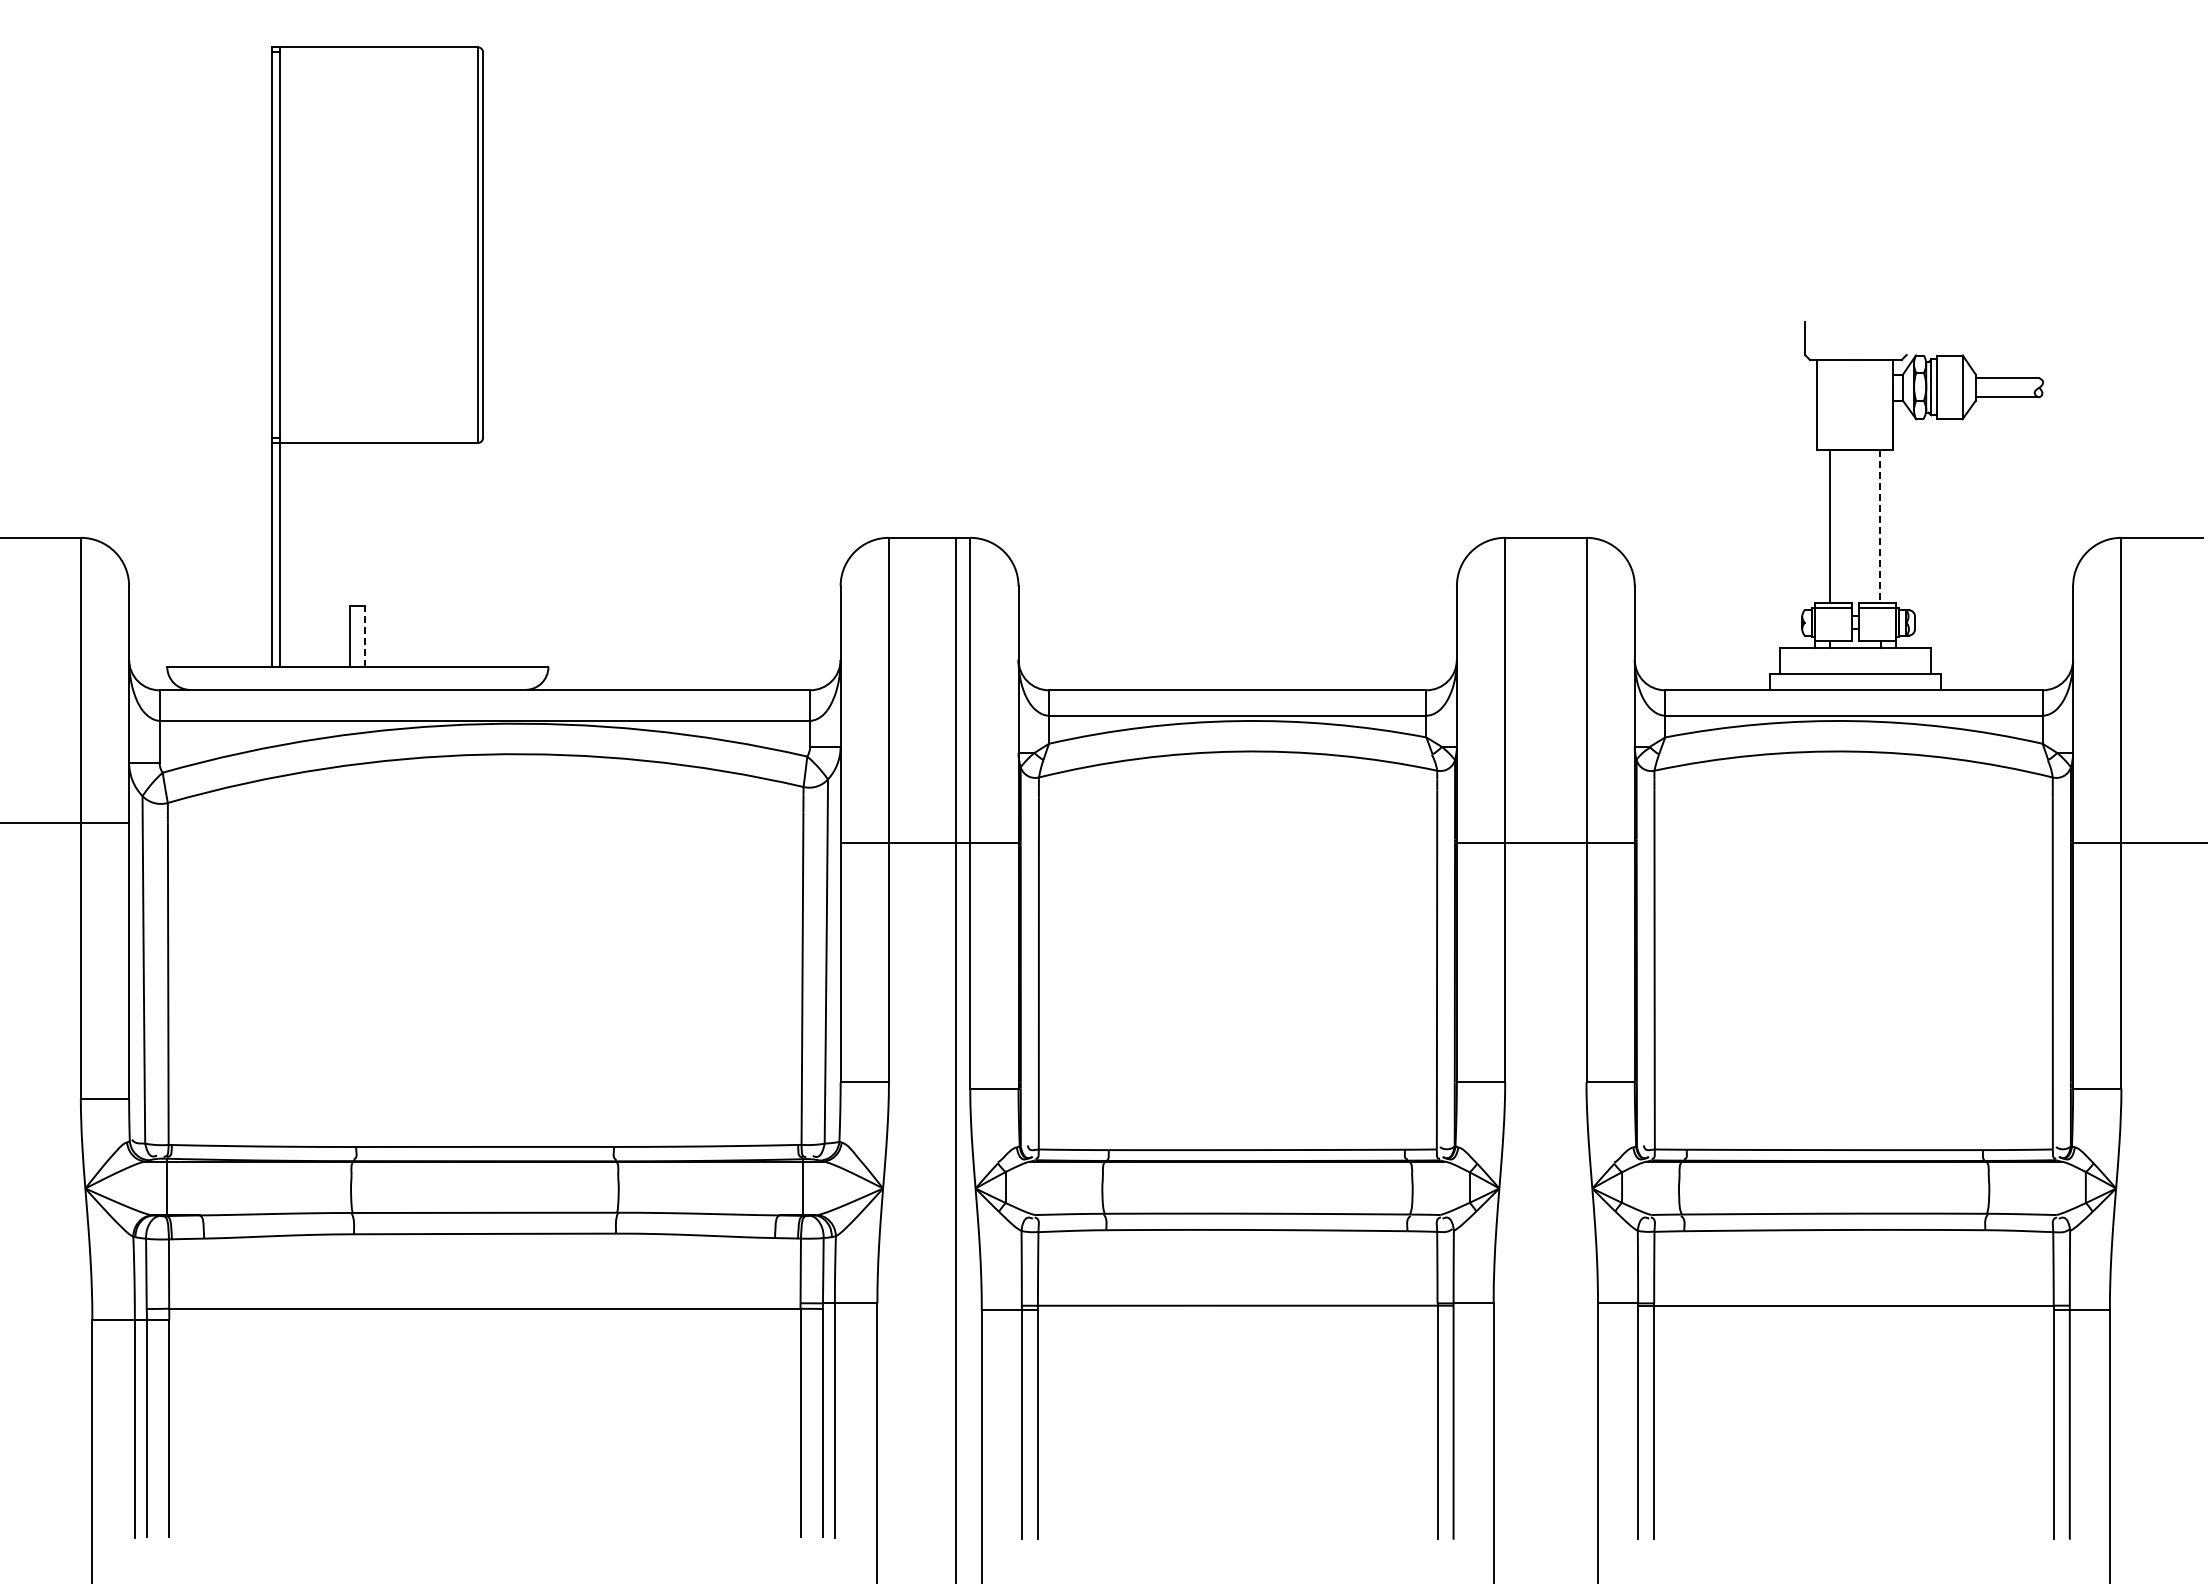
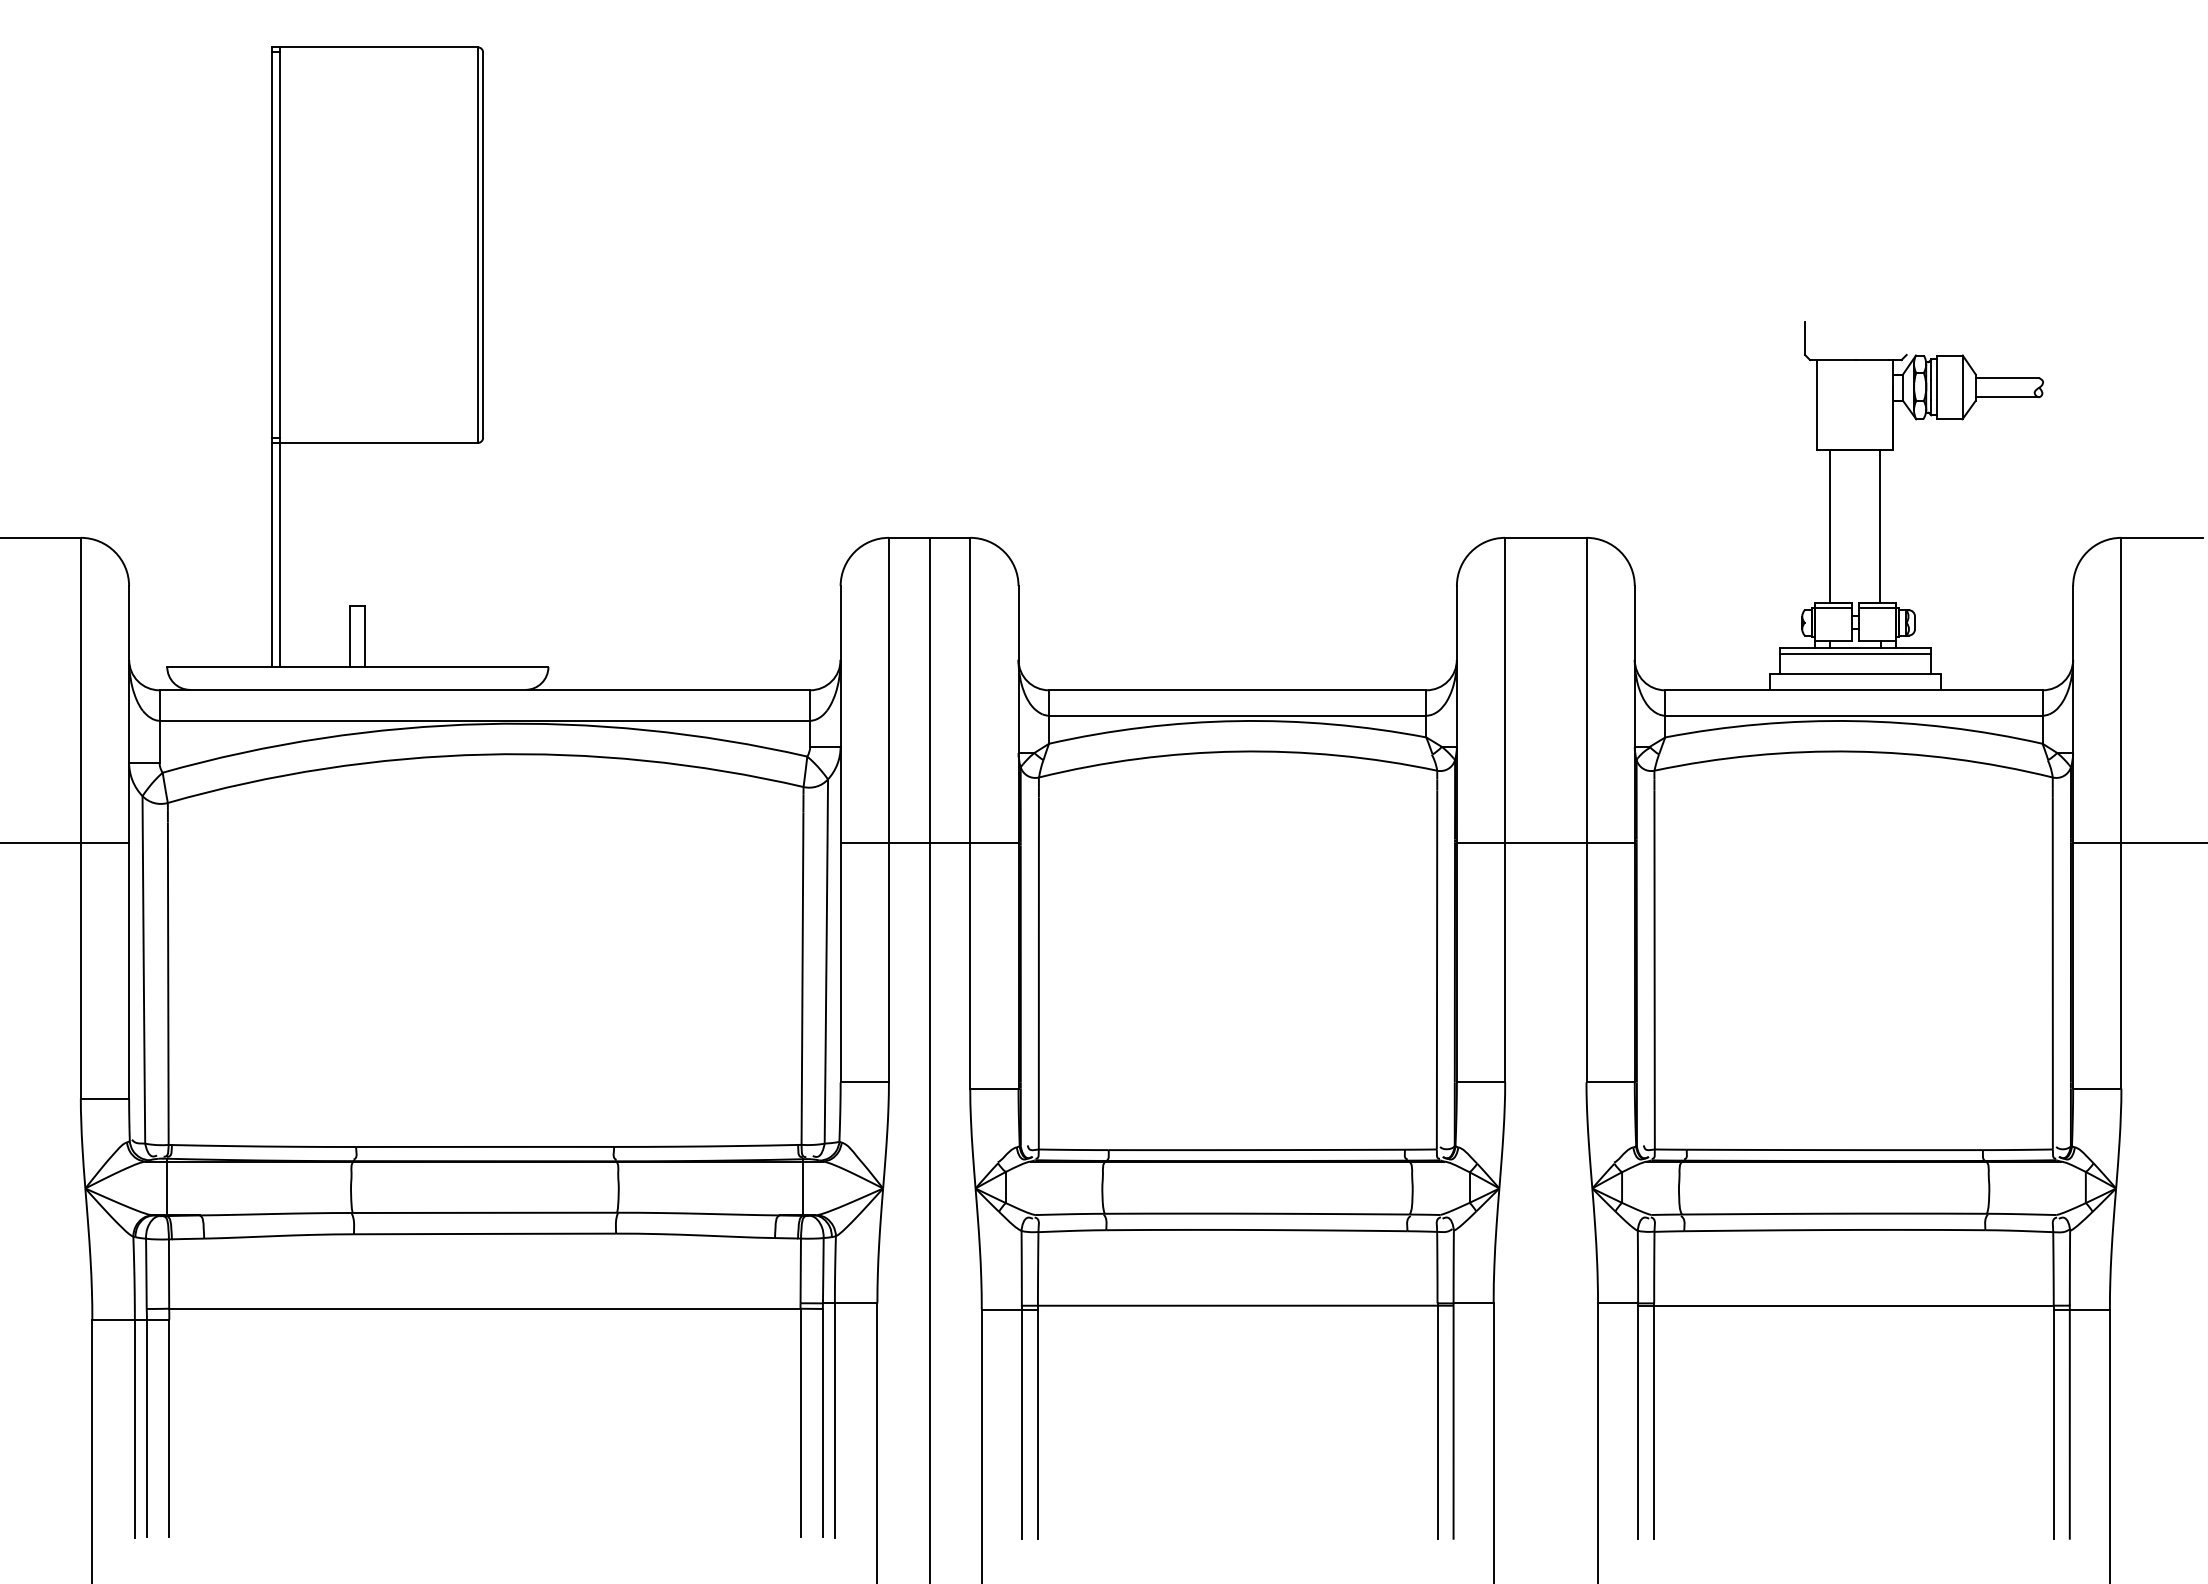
line at (1880, 526): dashed -> solid
line at (365, 636): dashed -> solid
line at (1855, 654): none -> present
line at (65, 822) position: (65, 822) -> (65, 842)
line at (955, 1058) position: (955, 1058) -> (929, 1058)
